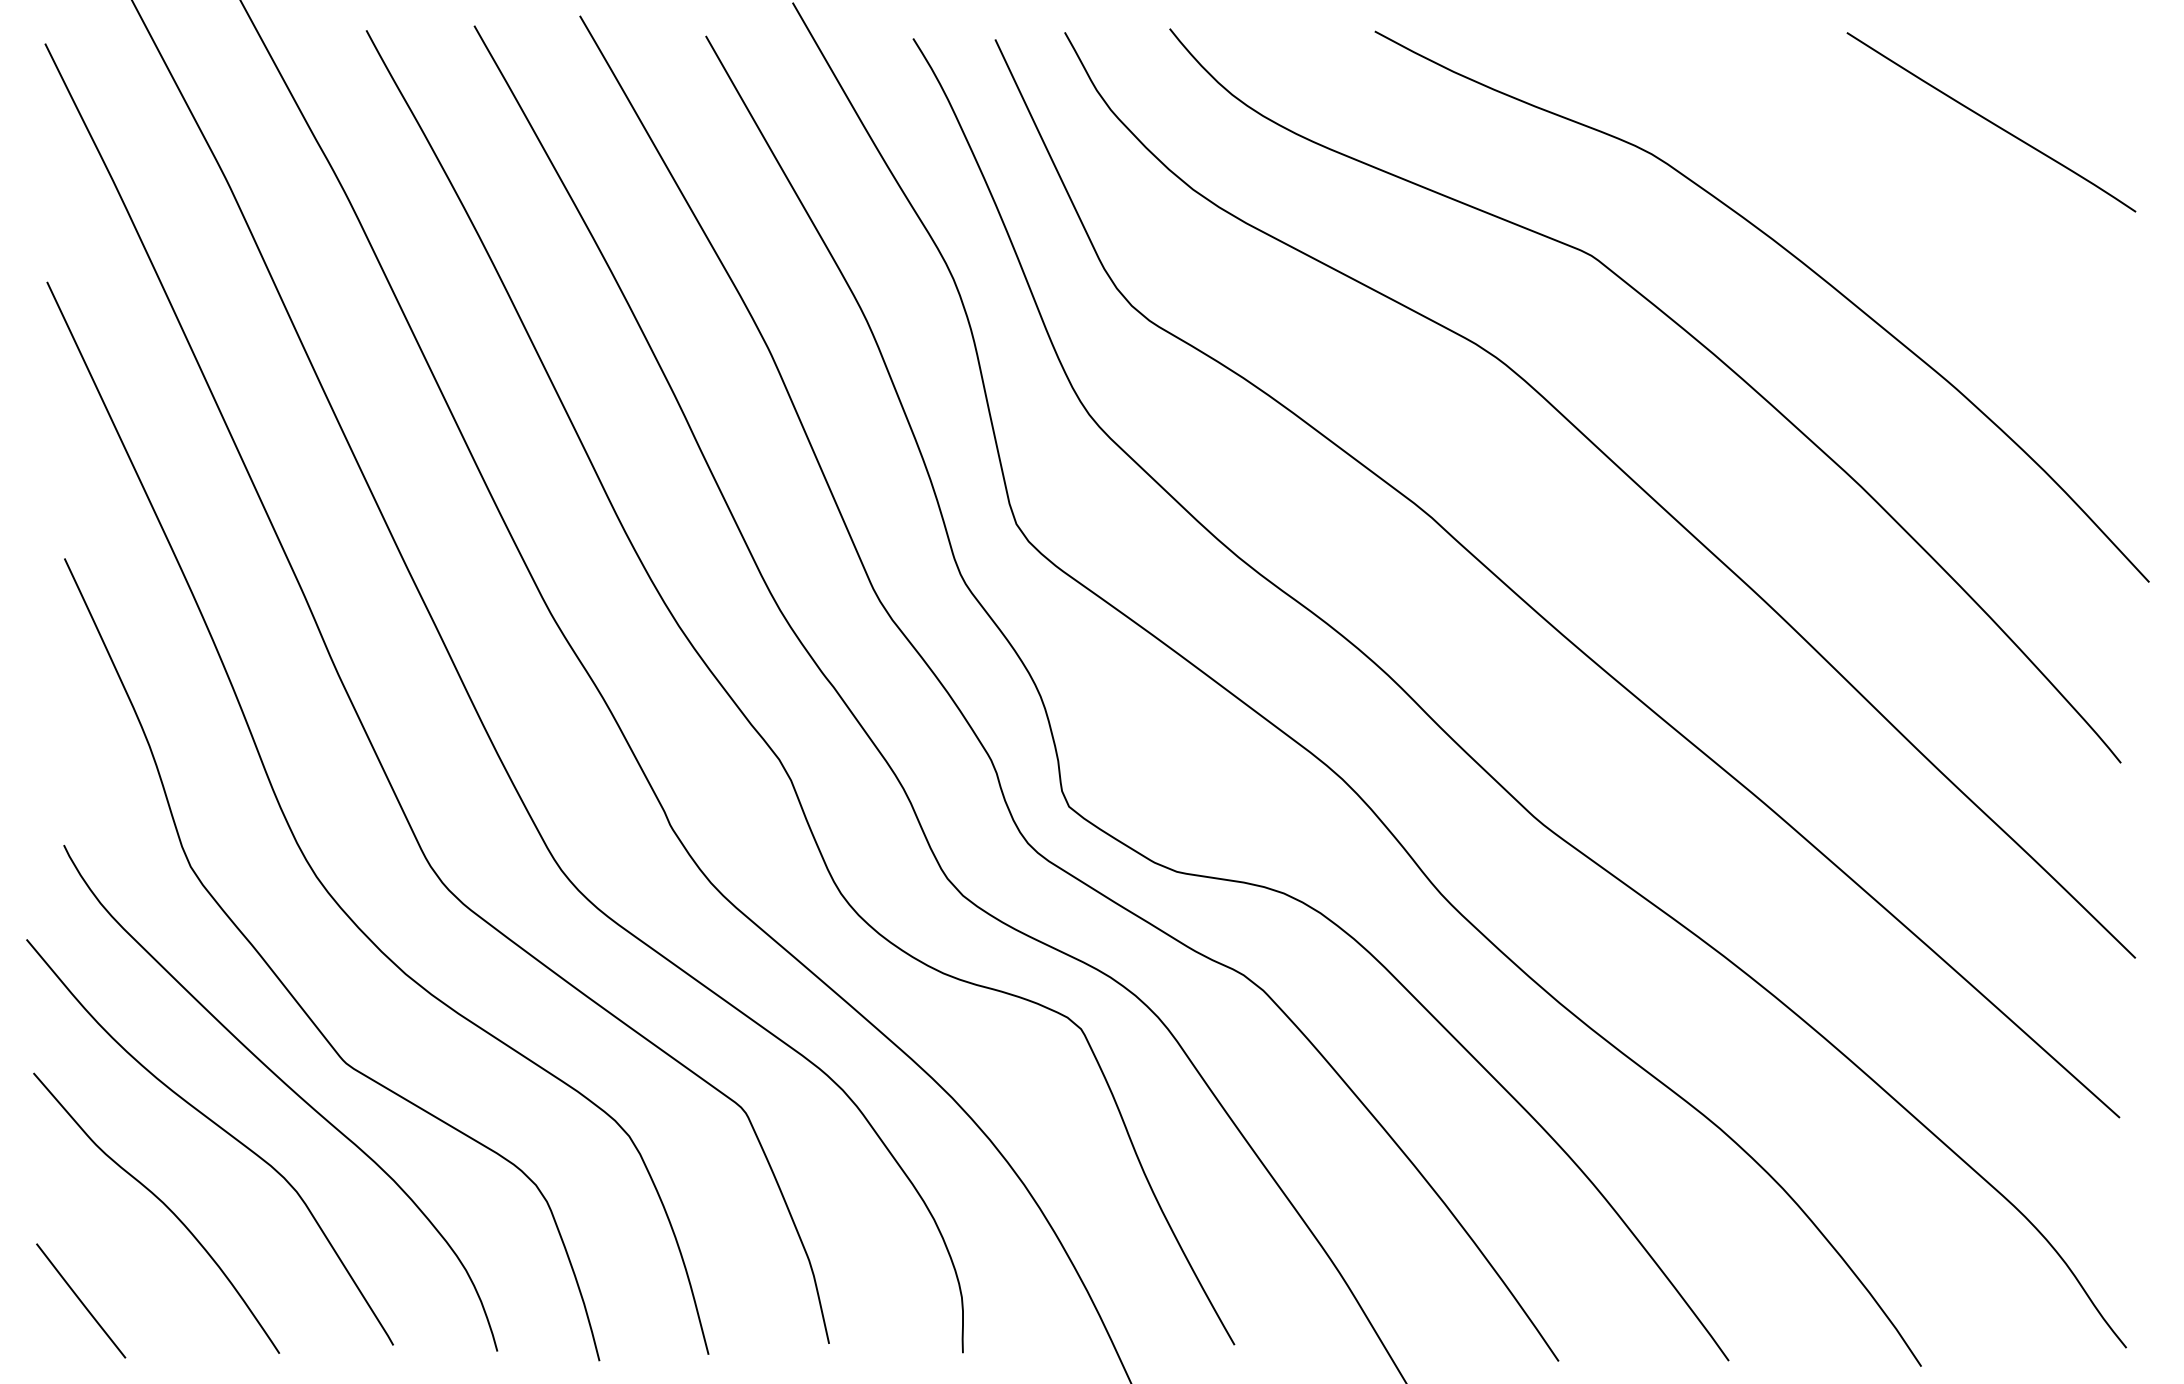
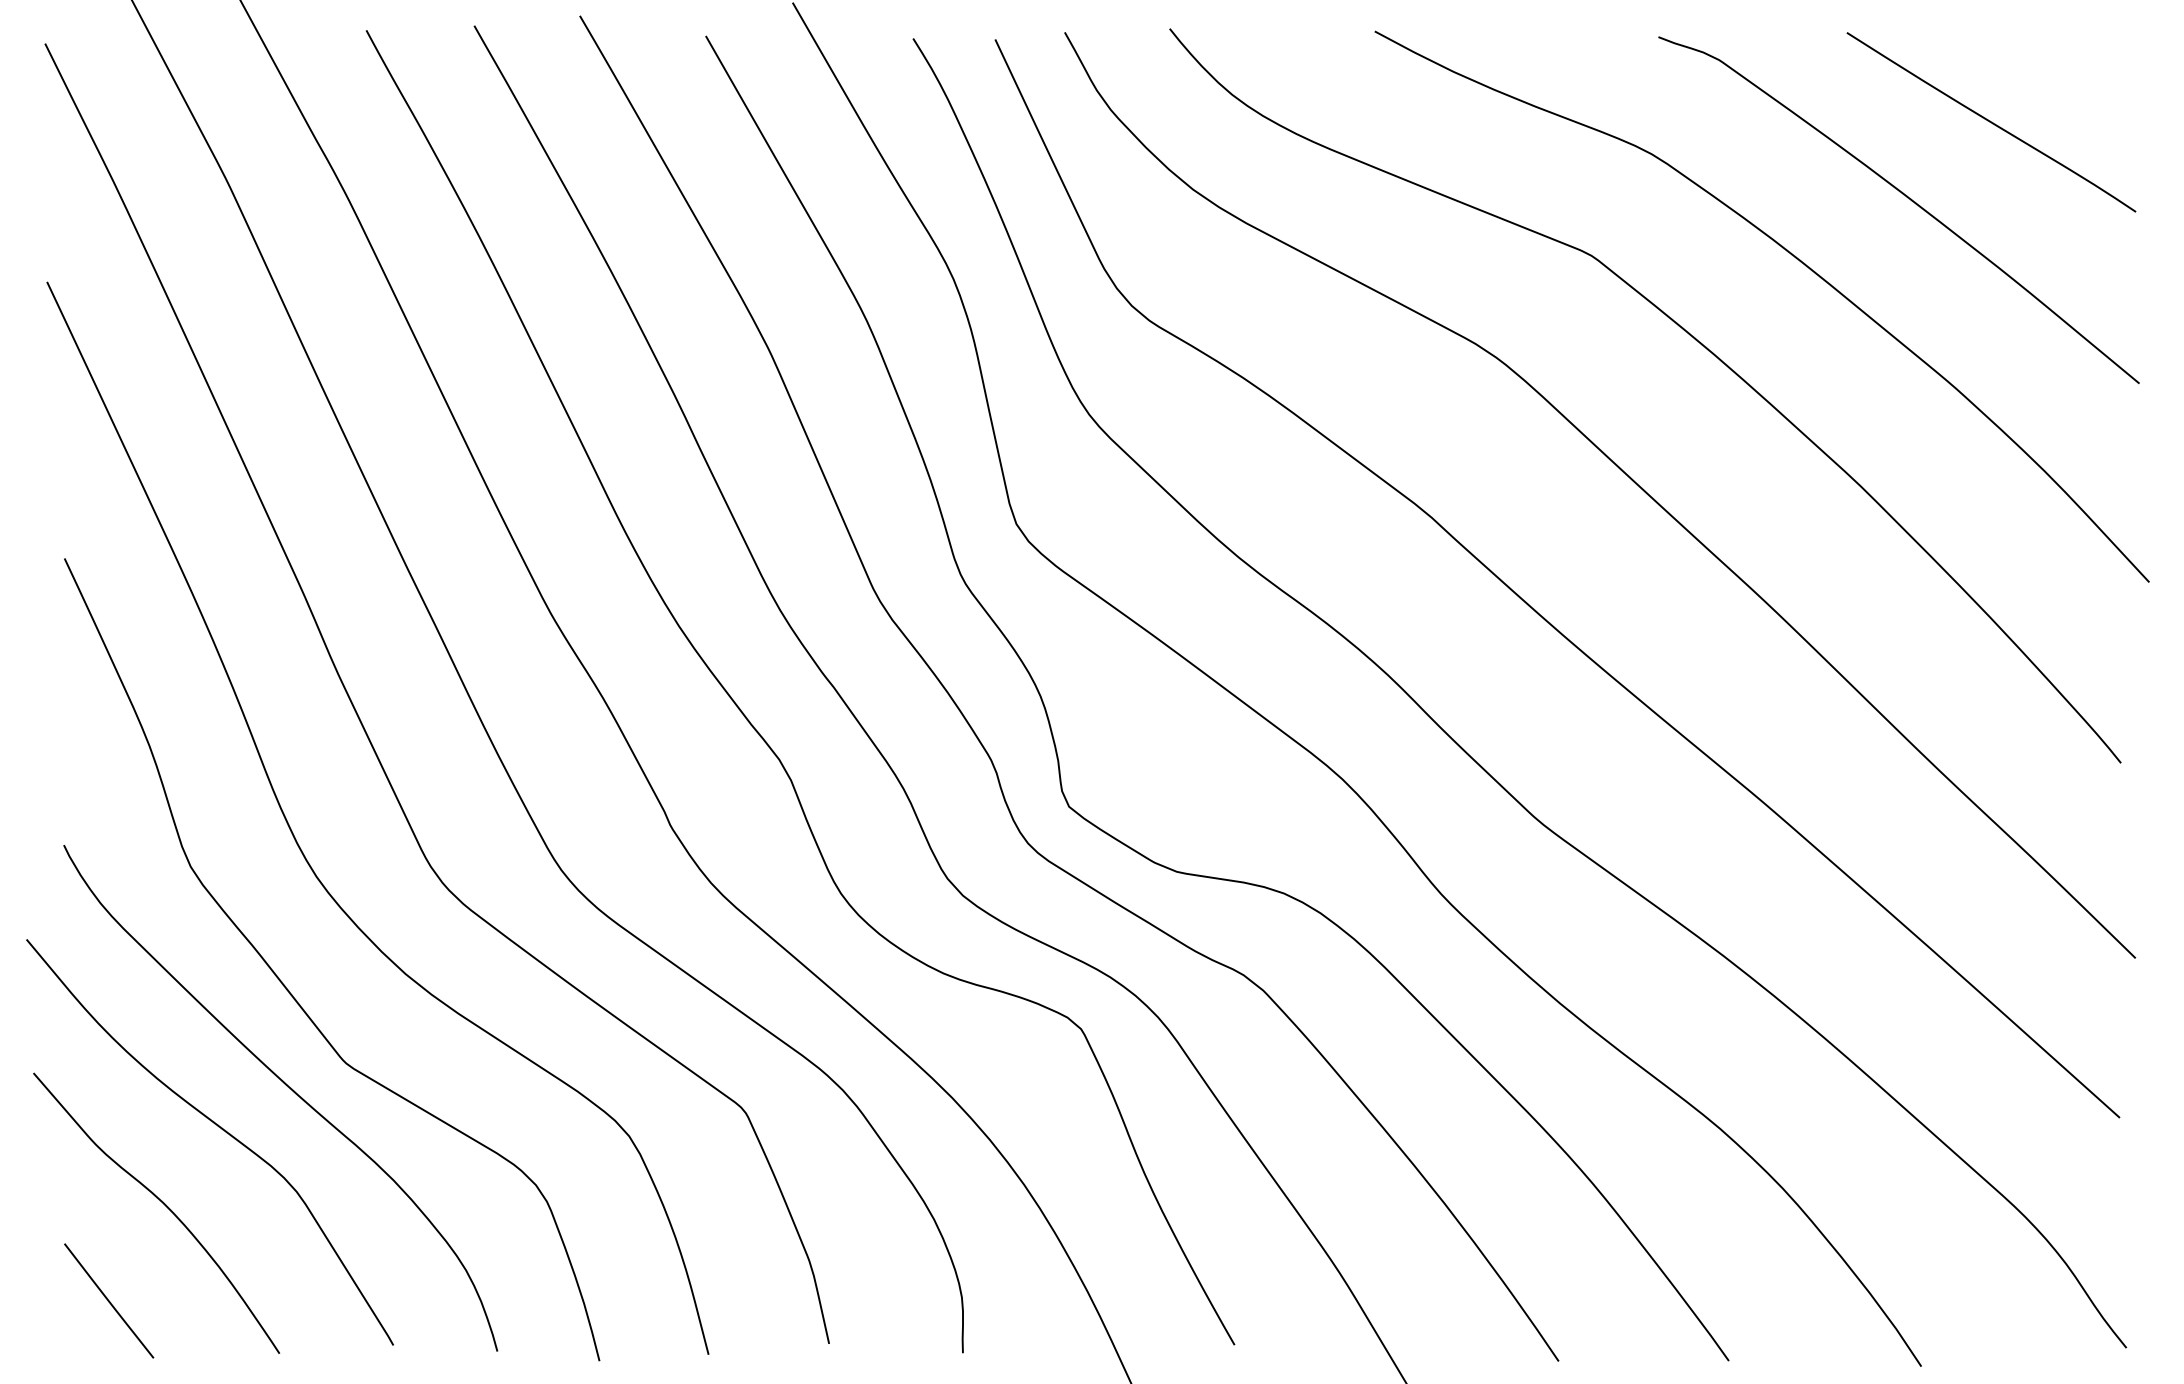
curve at (1907, 198): none -> present
line at (81, 1300) position: (81, 1300) -> (109, 1300)
